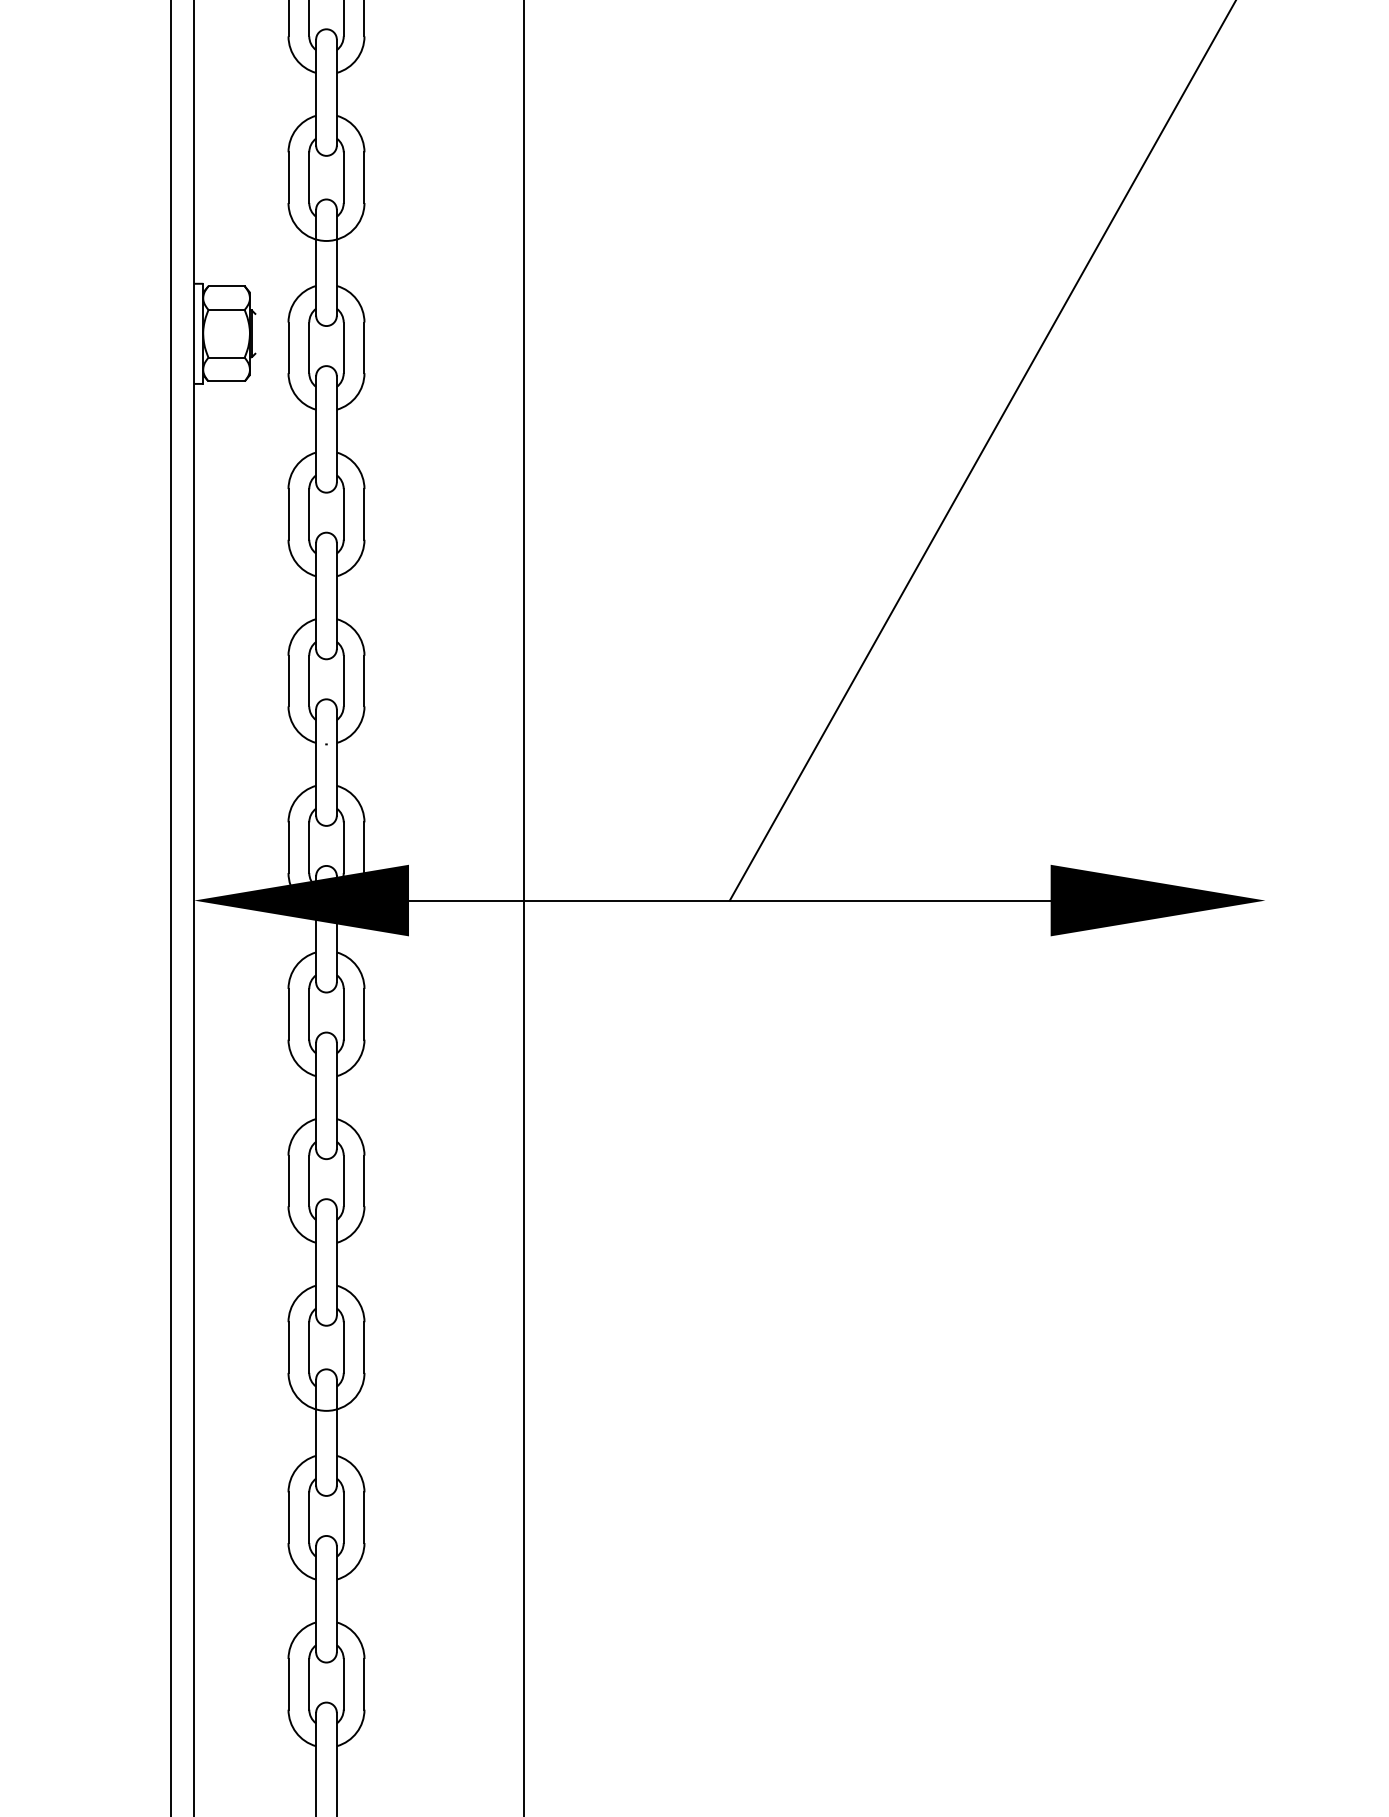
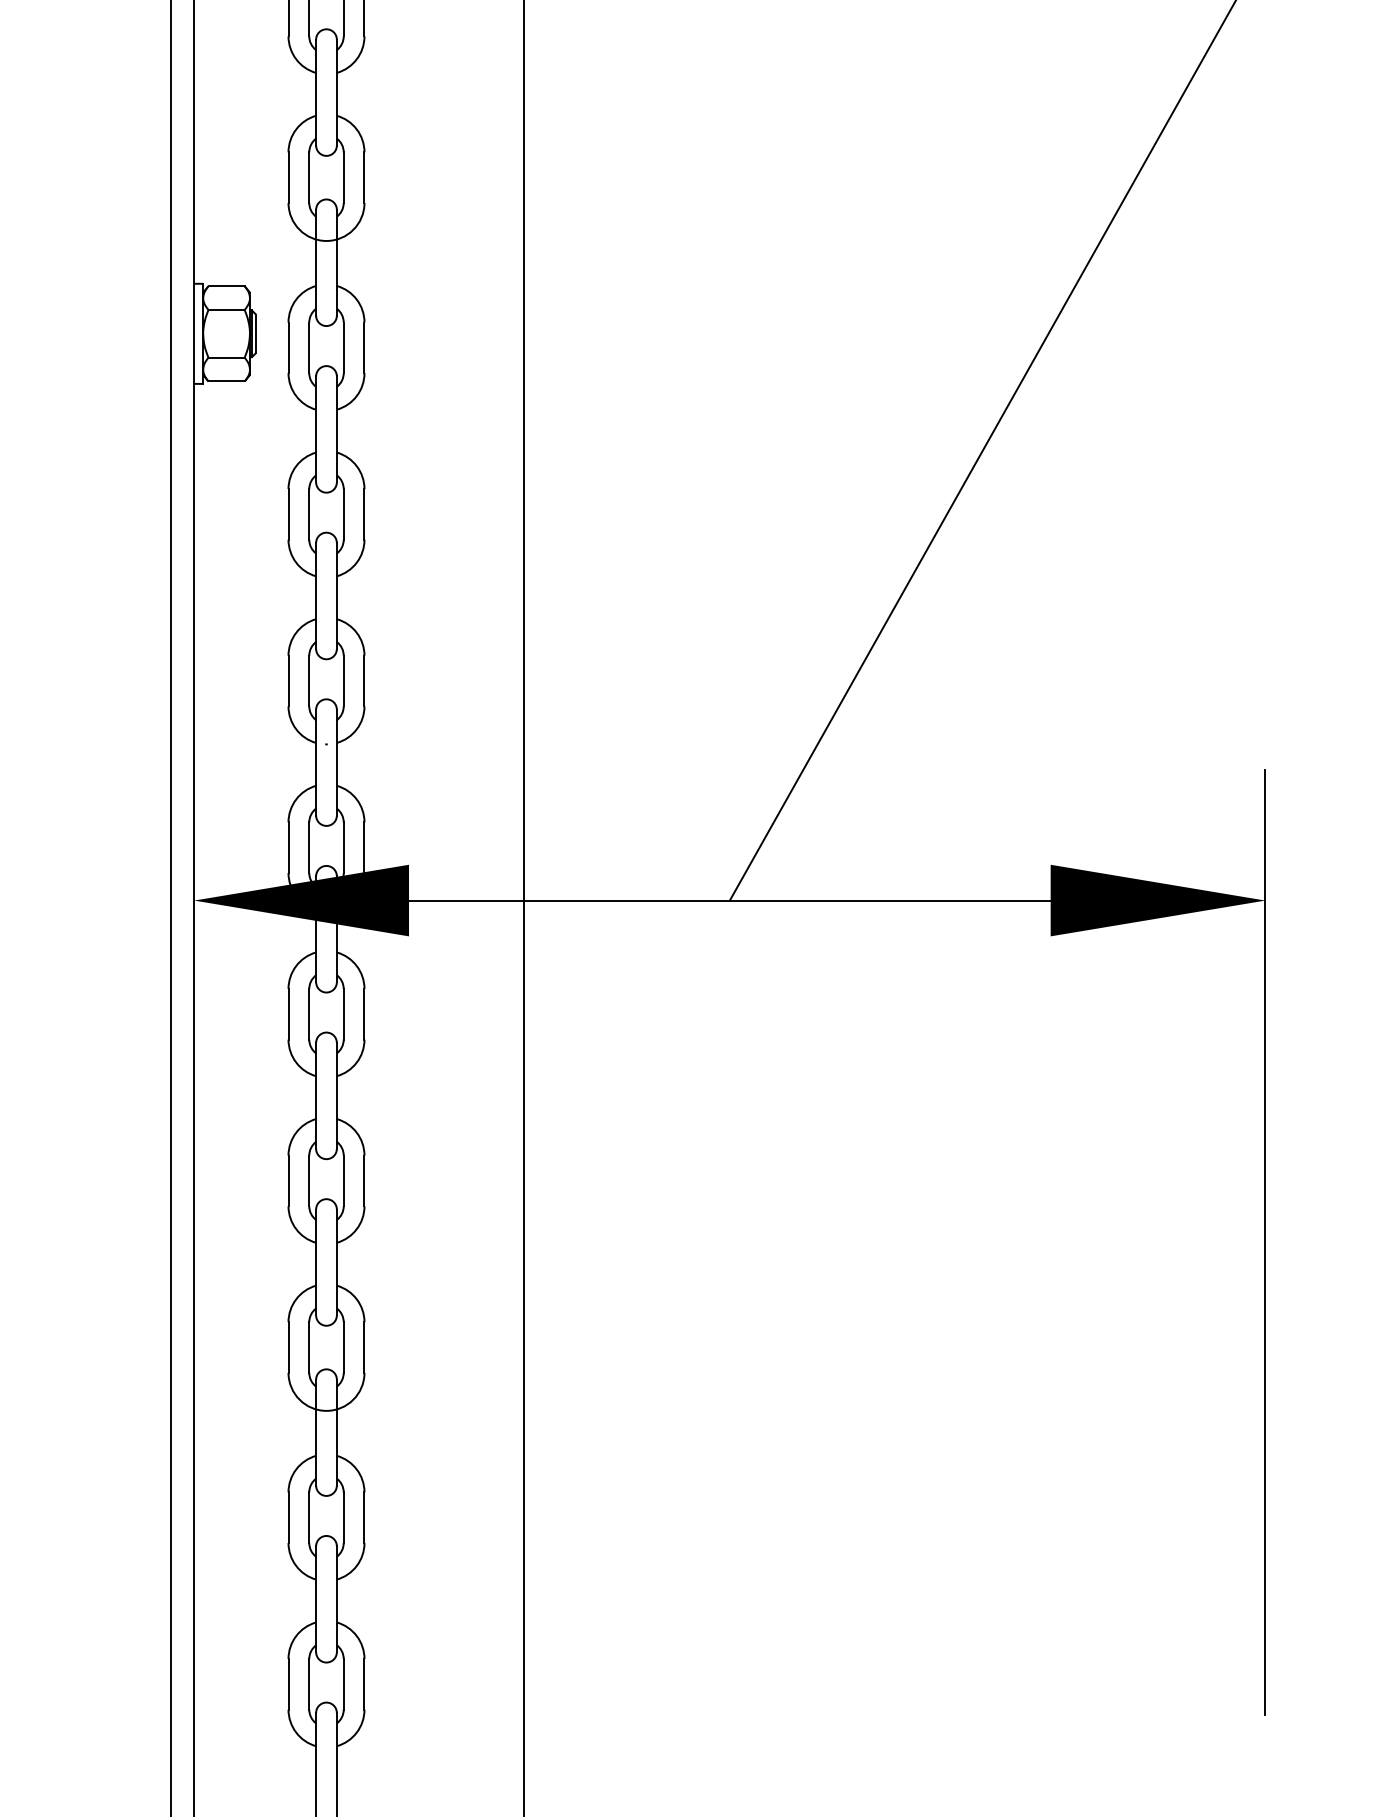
line at (256, 333): none -> present
line at (1265, 1242): none -> present
